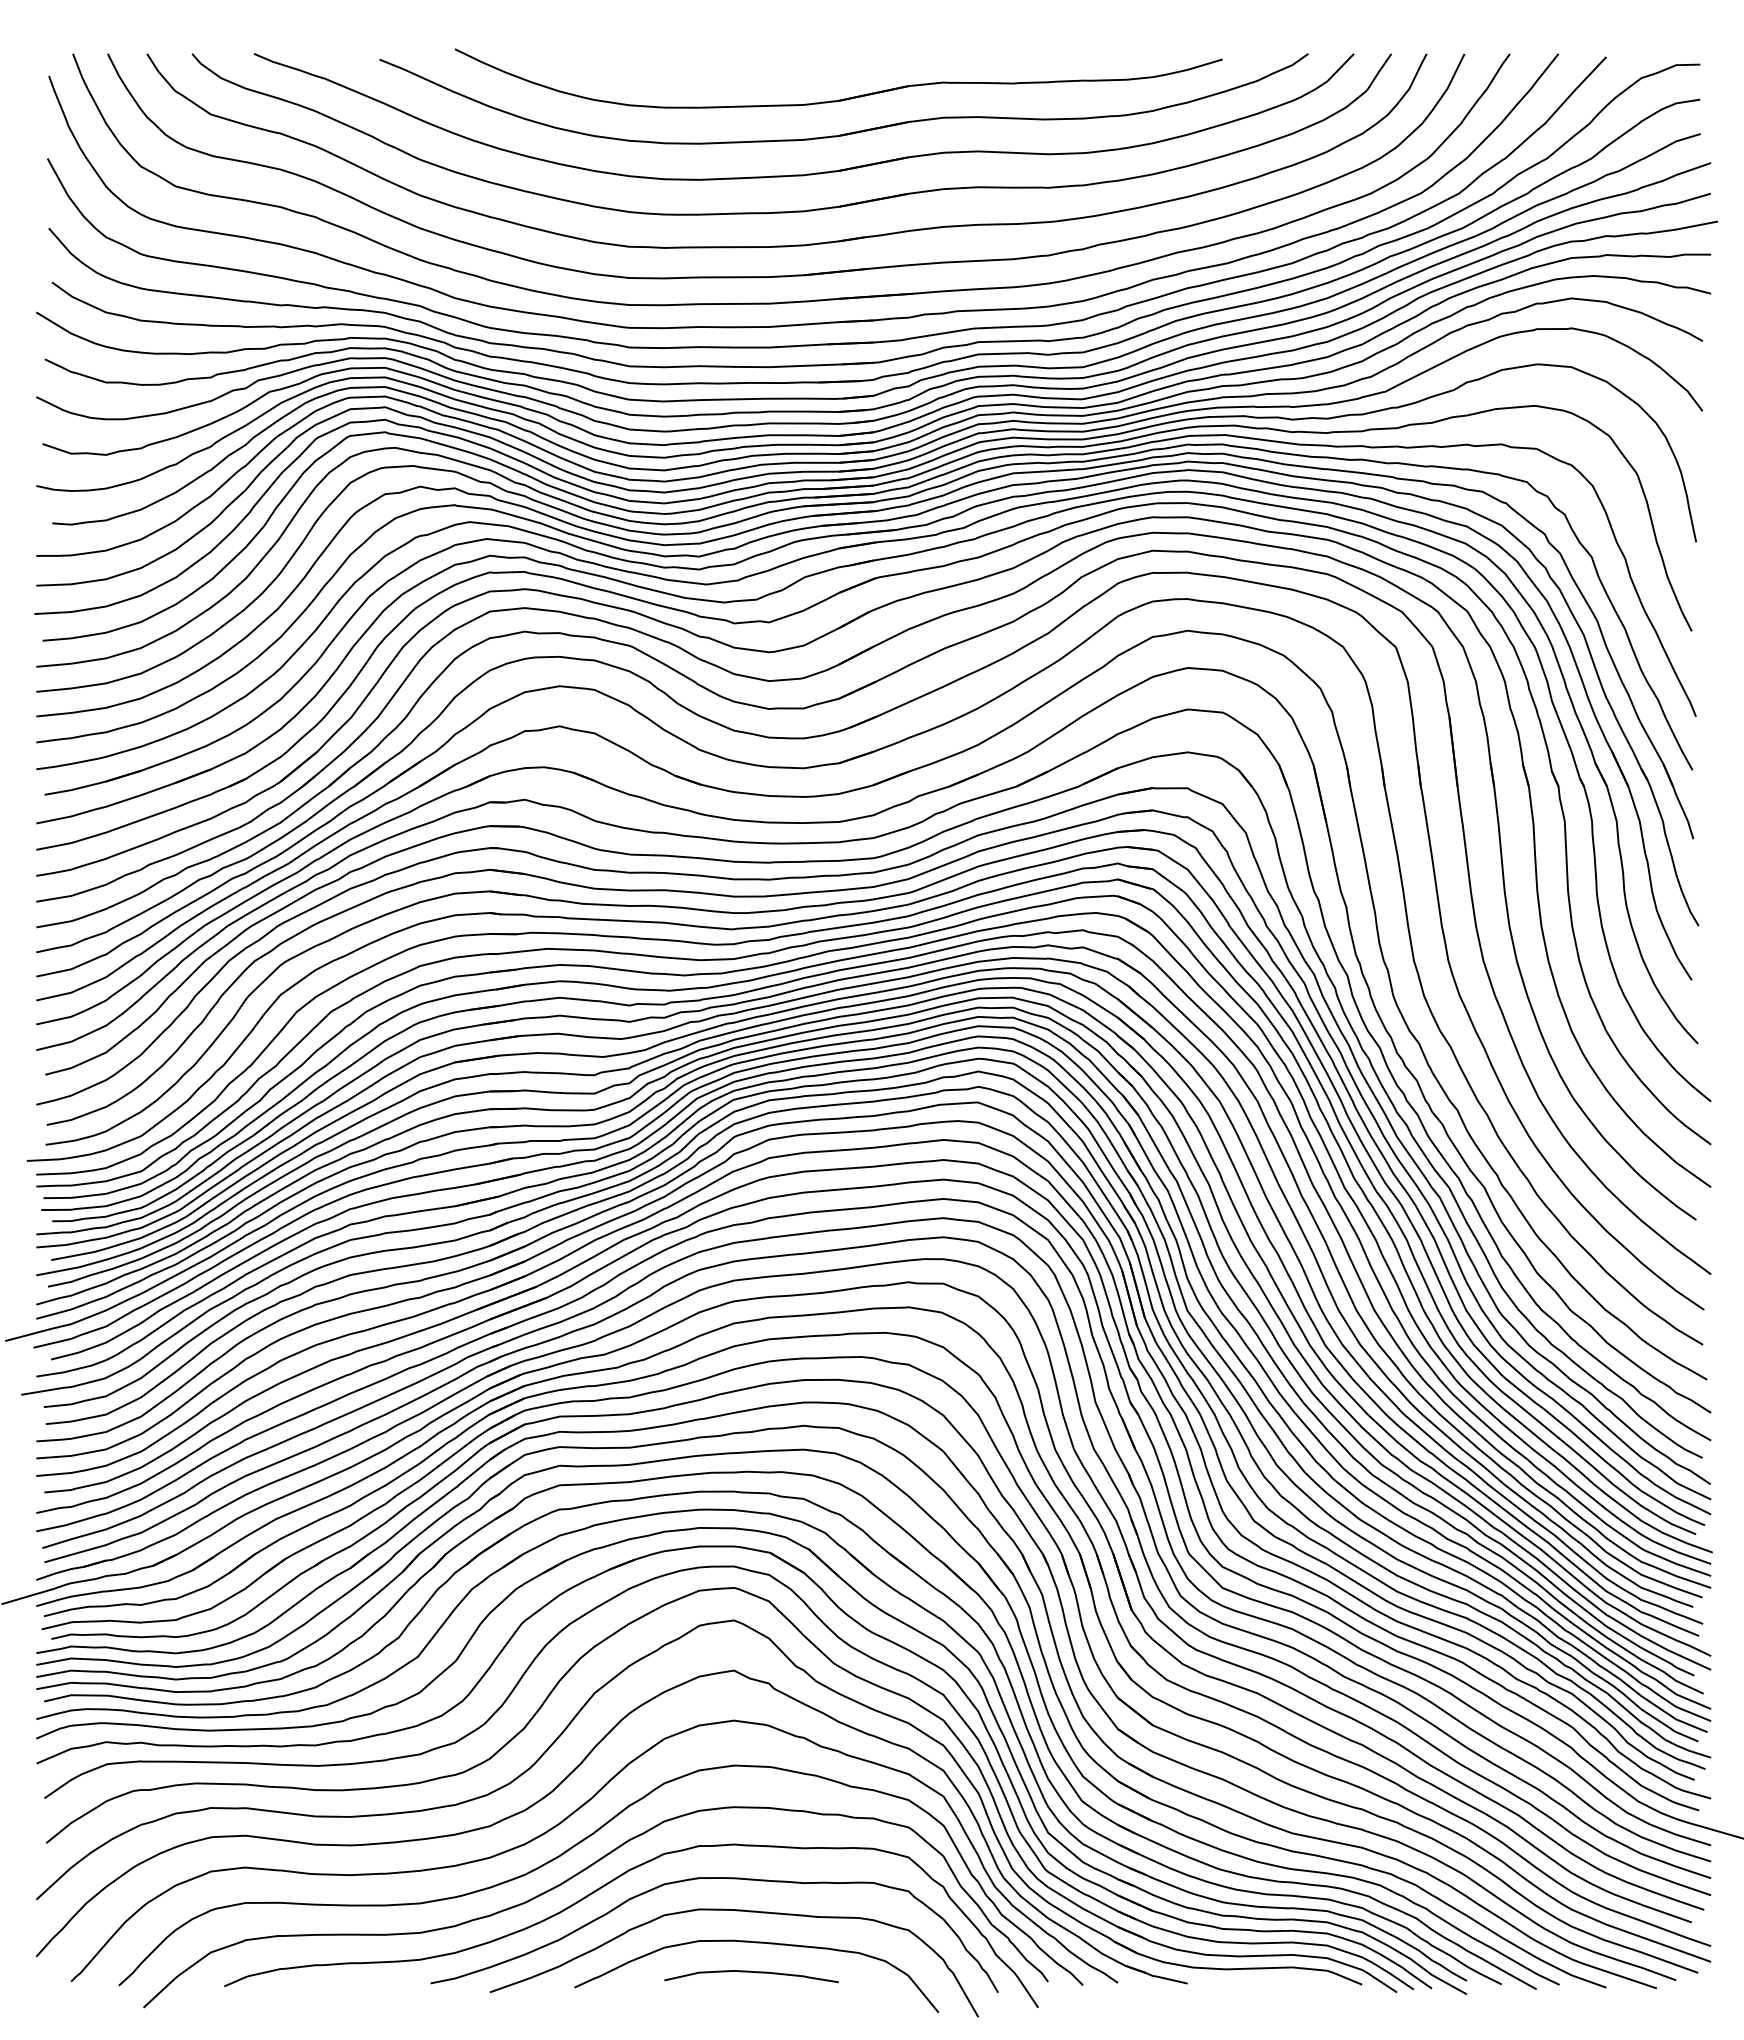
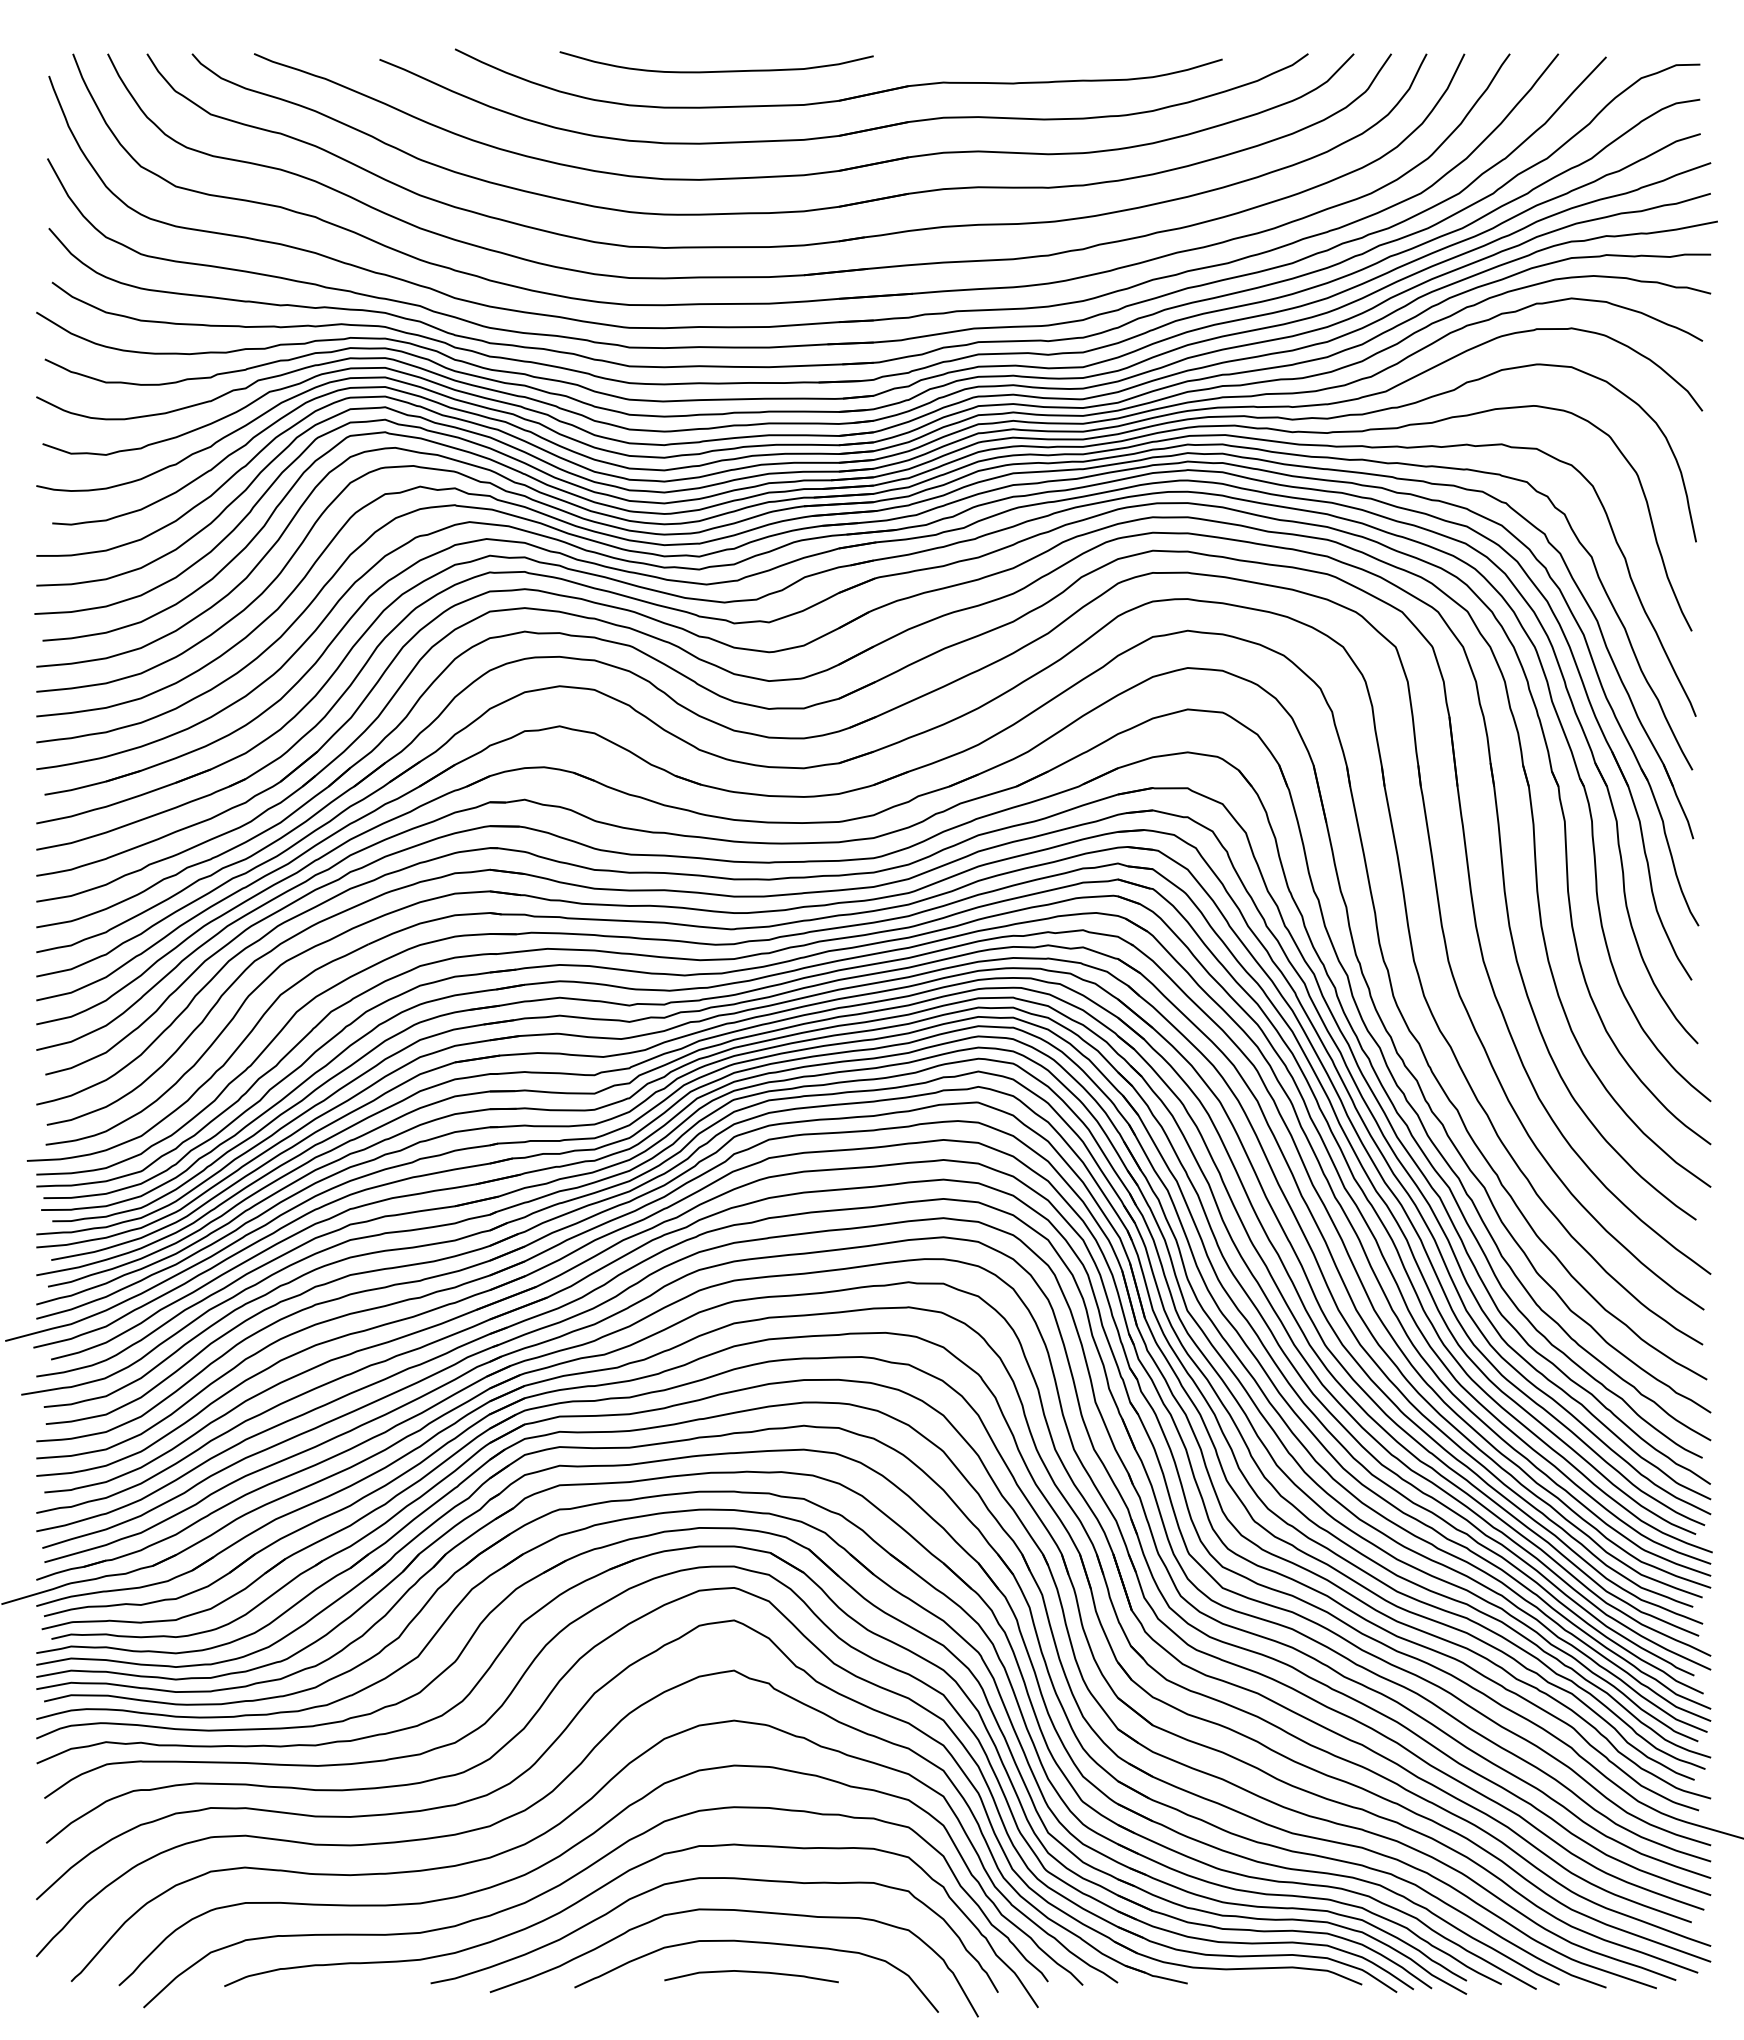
curve at (717, 70): none -> present
